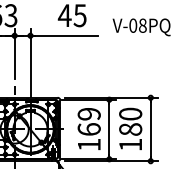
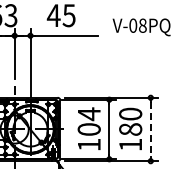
text at (71, 15) position: (71, 15) -> (60, 15)
text at (88, 121): 169 -> 104
line at (150, 130): solid -> dashed
